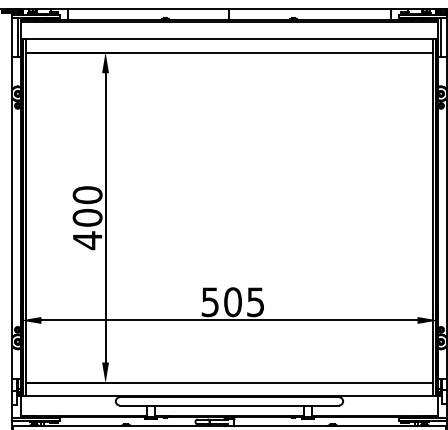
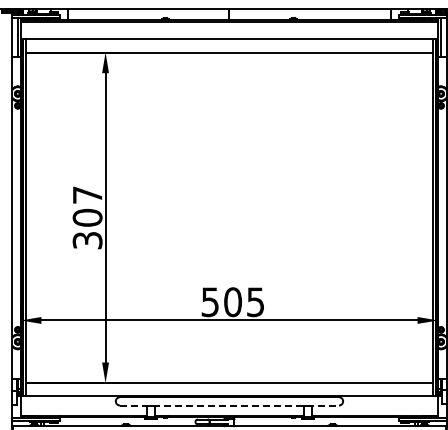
text at (87, 218): 400 -> 307
line at (229, 405): solid -> dashed
